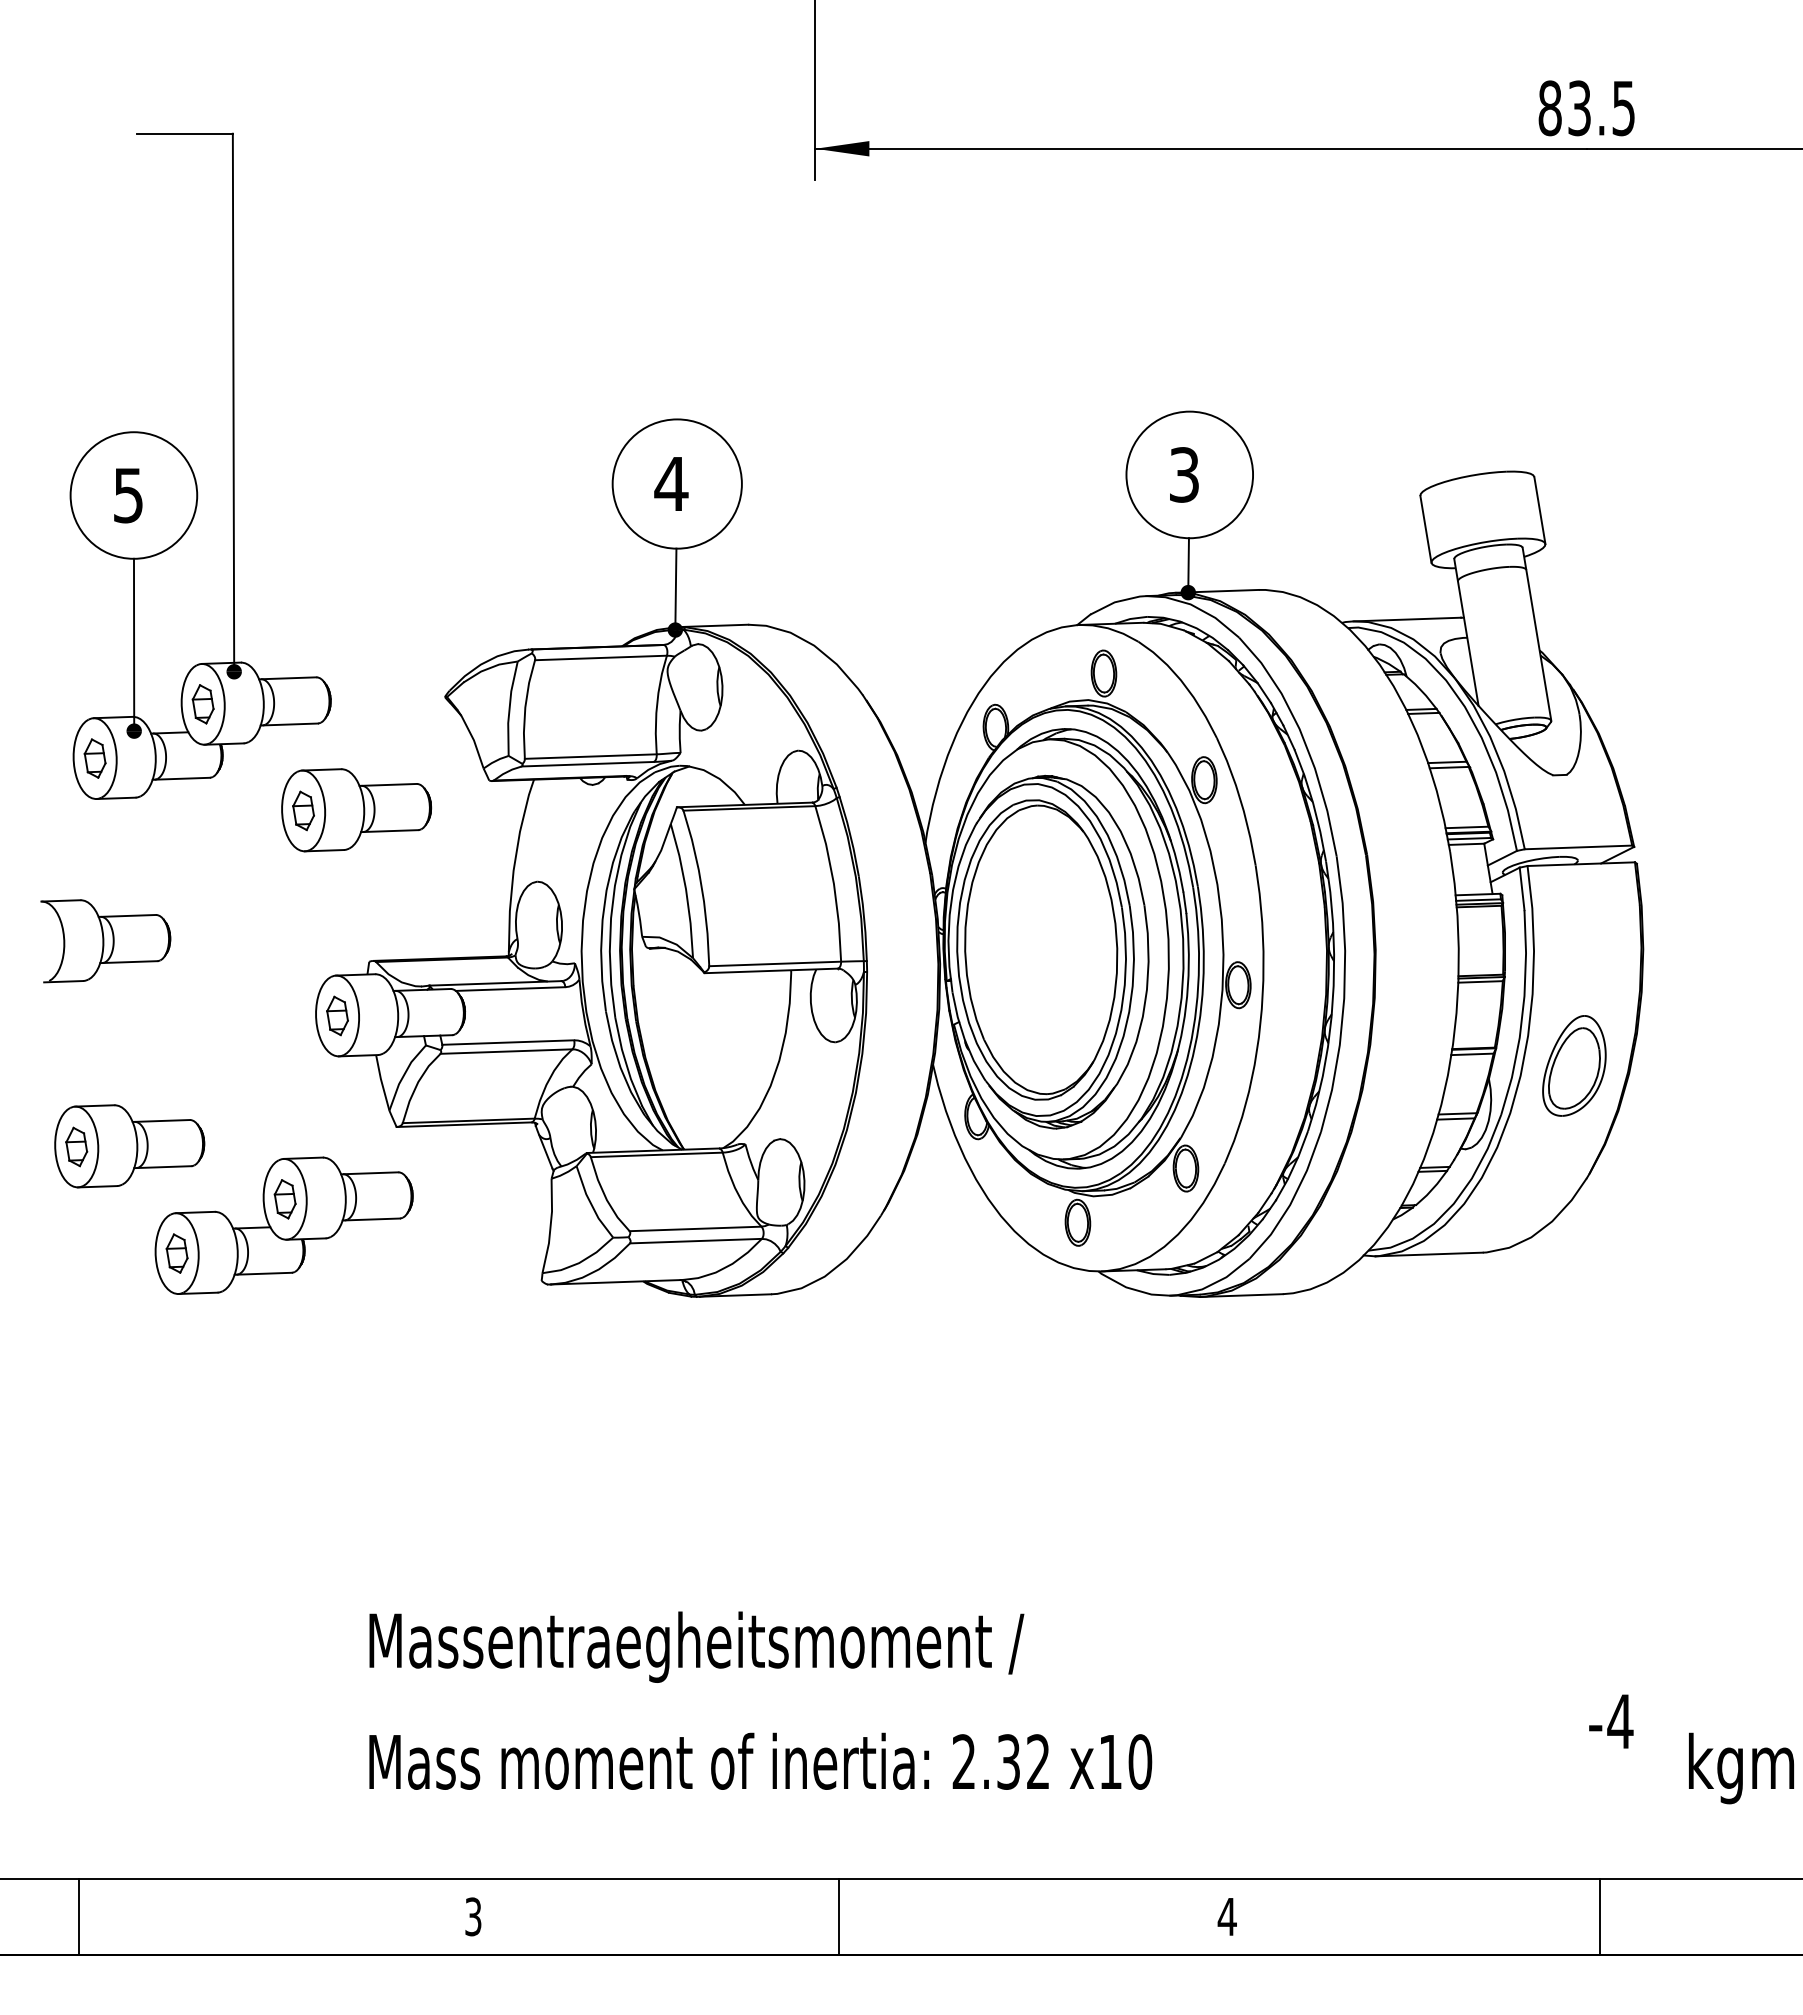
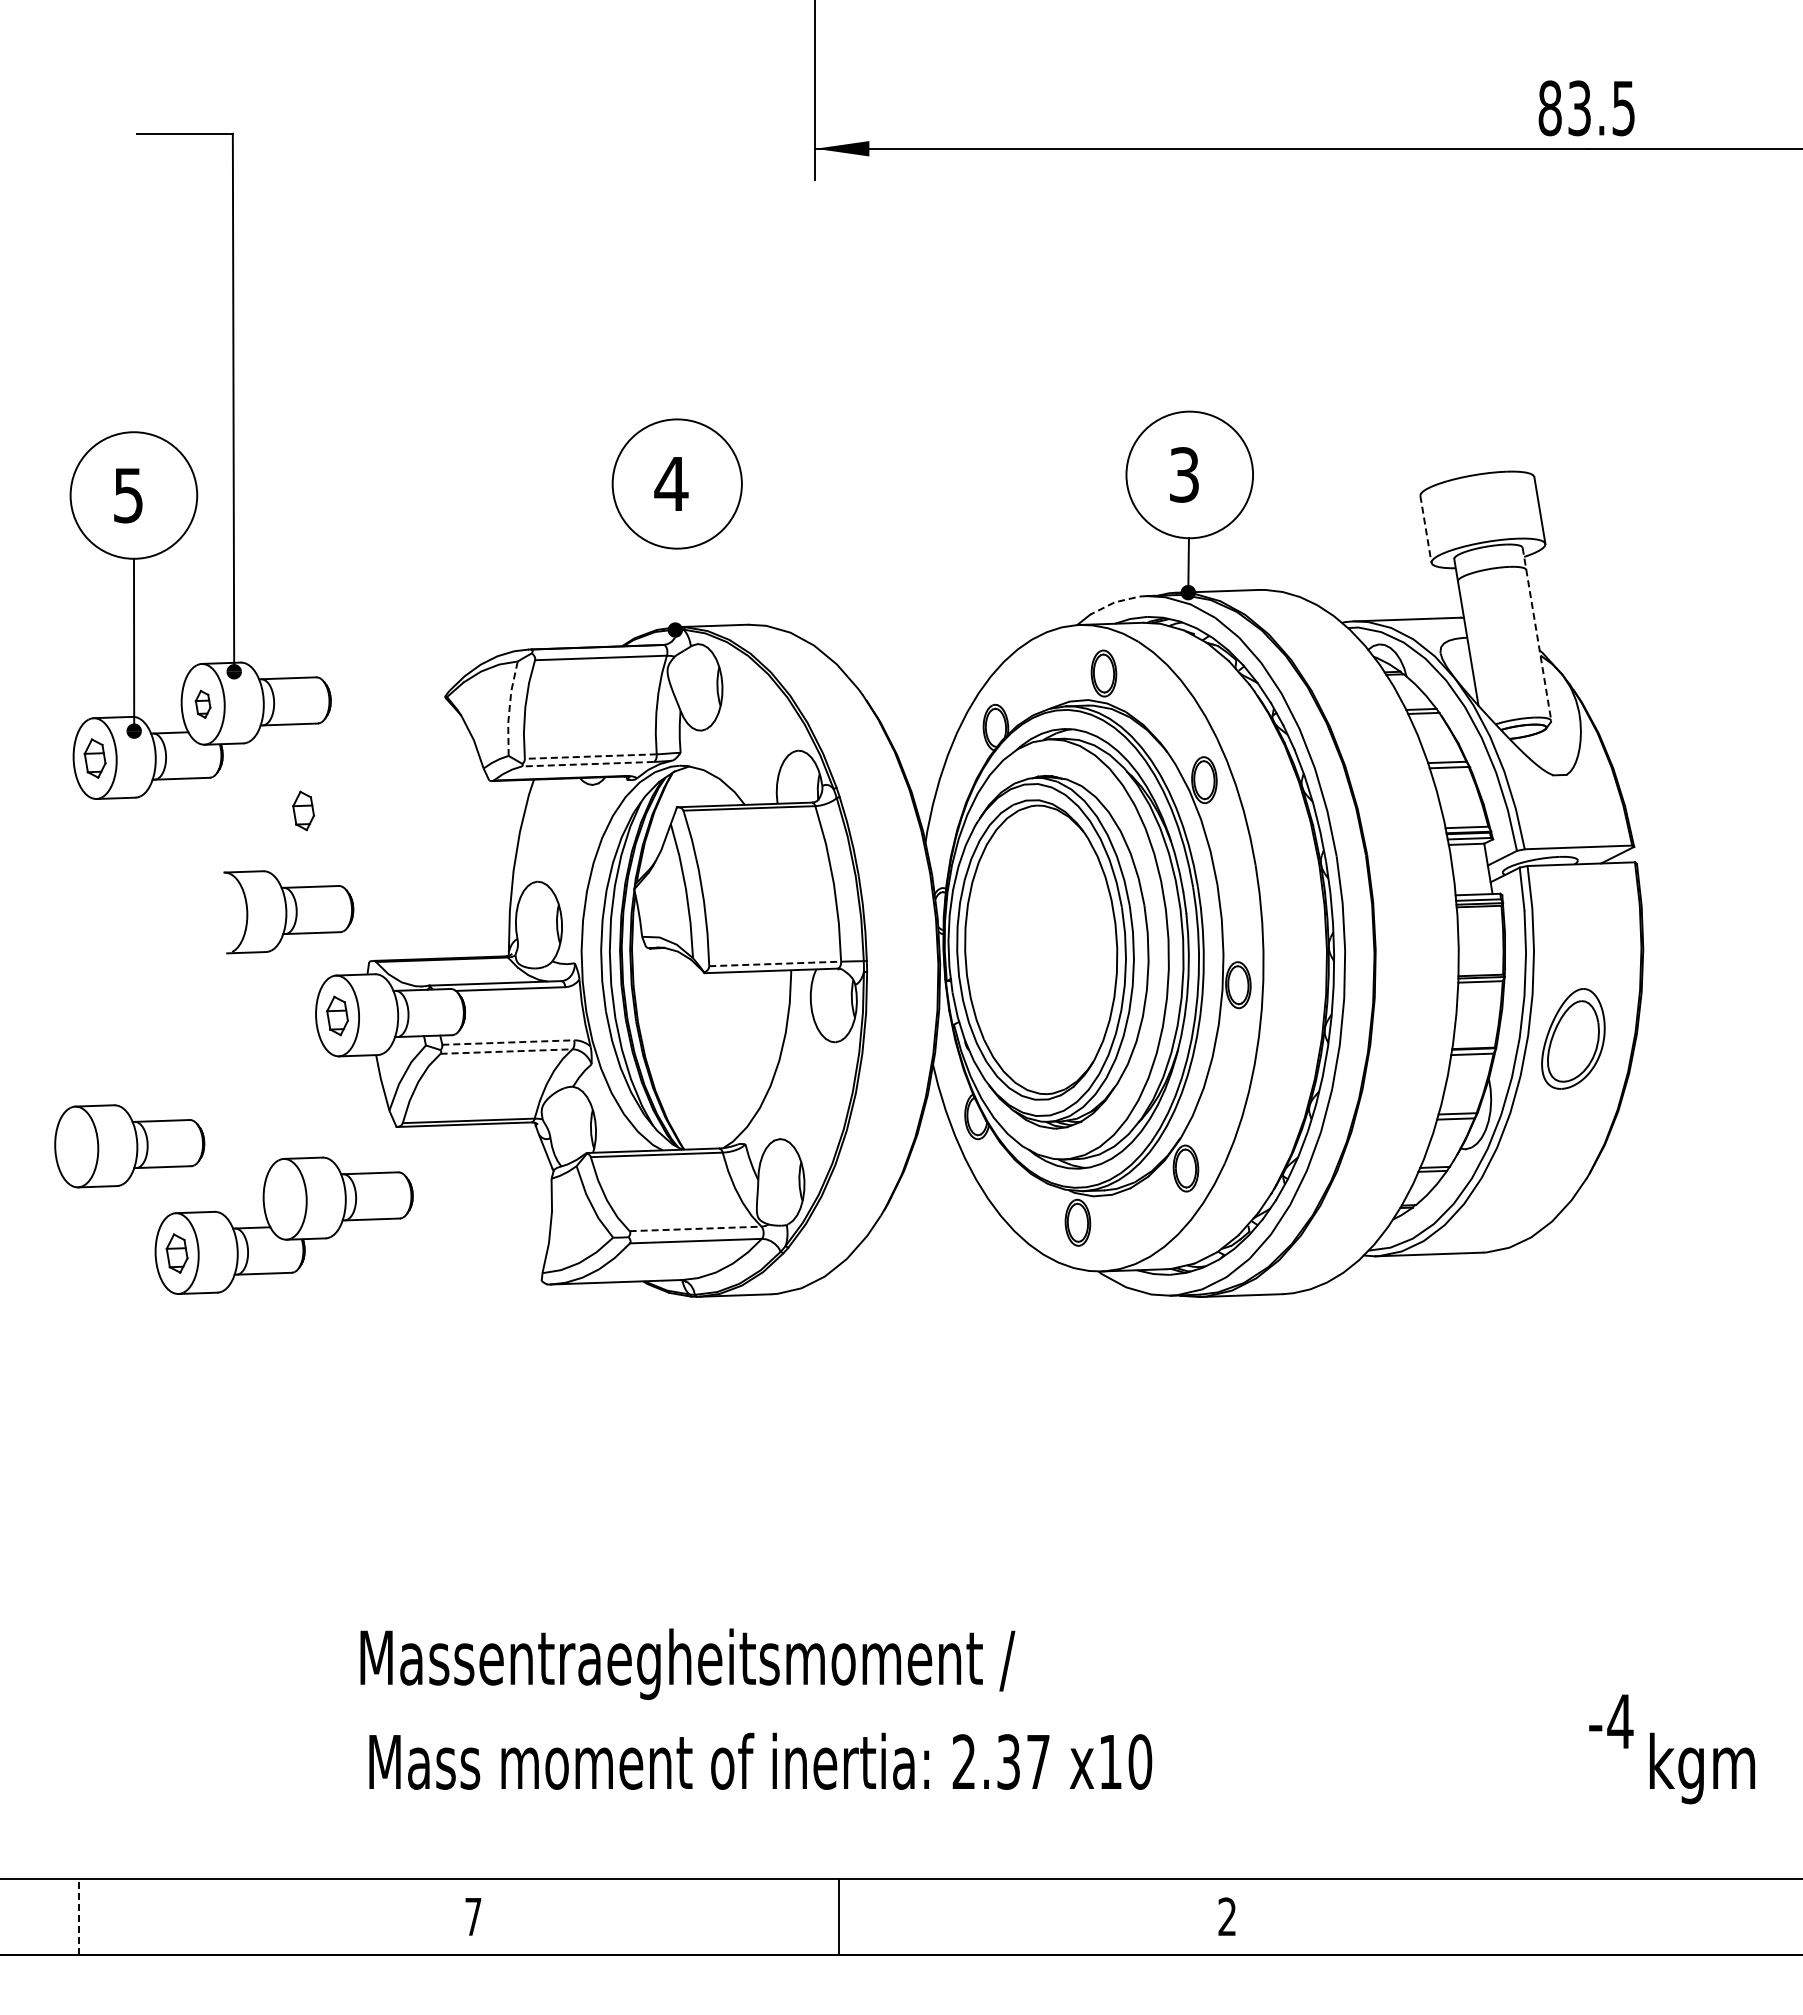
line at (1425, 529): solid -> dashed
line at (675, 585): present -> none
line at (1116, 601): solid -> dashed
line at (1536, 634): solid -> dashed
part at (202, 704) size: 24x41 px -> 18x30 px
line at (509, 707): solid -> dashed
line at (590, 756): solid -> dashed
line at (587, 764): solid -> dashed
part at (356, 810): present -> none
part at (105, 941) position: (105, 941) -> (288, 912)
line at (775, 963): solid -> dashed
line at (508, 1042): solid -> dashed
line at (506, 1051): solid -> dashed
part at (1574, 1065) position: (1574, 1065) -> (1573, 1038)
part at (76, 1146): present -> none
part at (284, 1199): present -> none
line at (695, 1228): solid -> dashed
text at (696, 1646) position: (696, 1646) -> (687, 1663)
text at (1038, 1761): 2.32 -> 2.37
text at (1741, 1768) position: (1741, 1768) -> (1702, 1768)
line at (78, 1916): solid -> dashed
text at (473, 1916): 3 -> 7
text at (1226, 1916): 4 -> 2
line at (1599, 1916): present -> none
